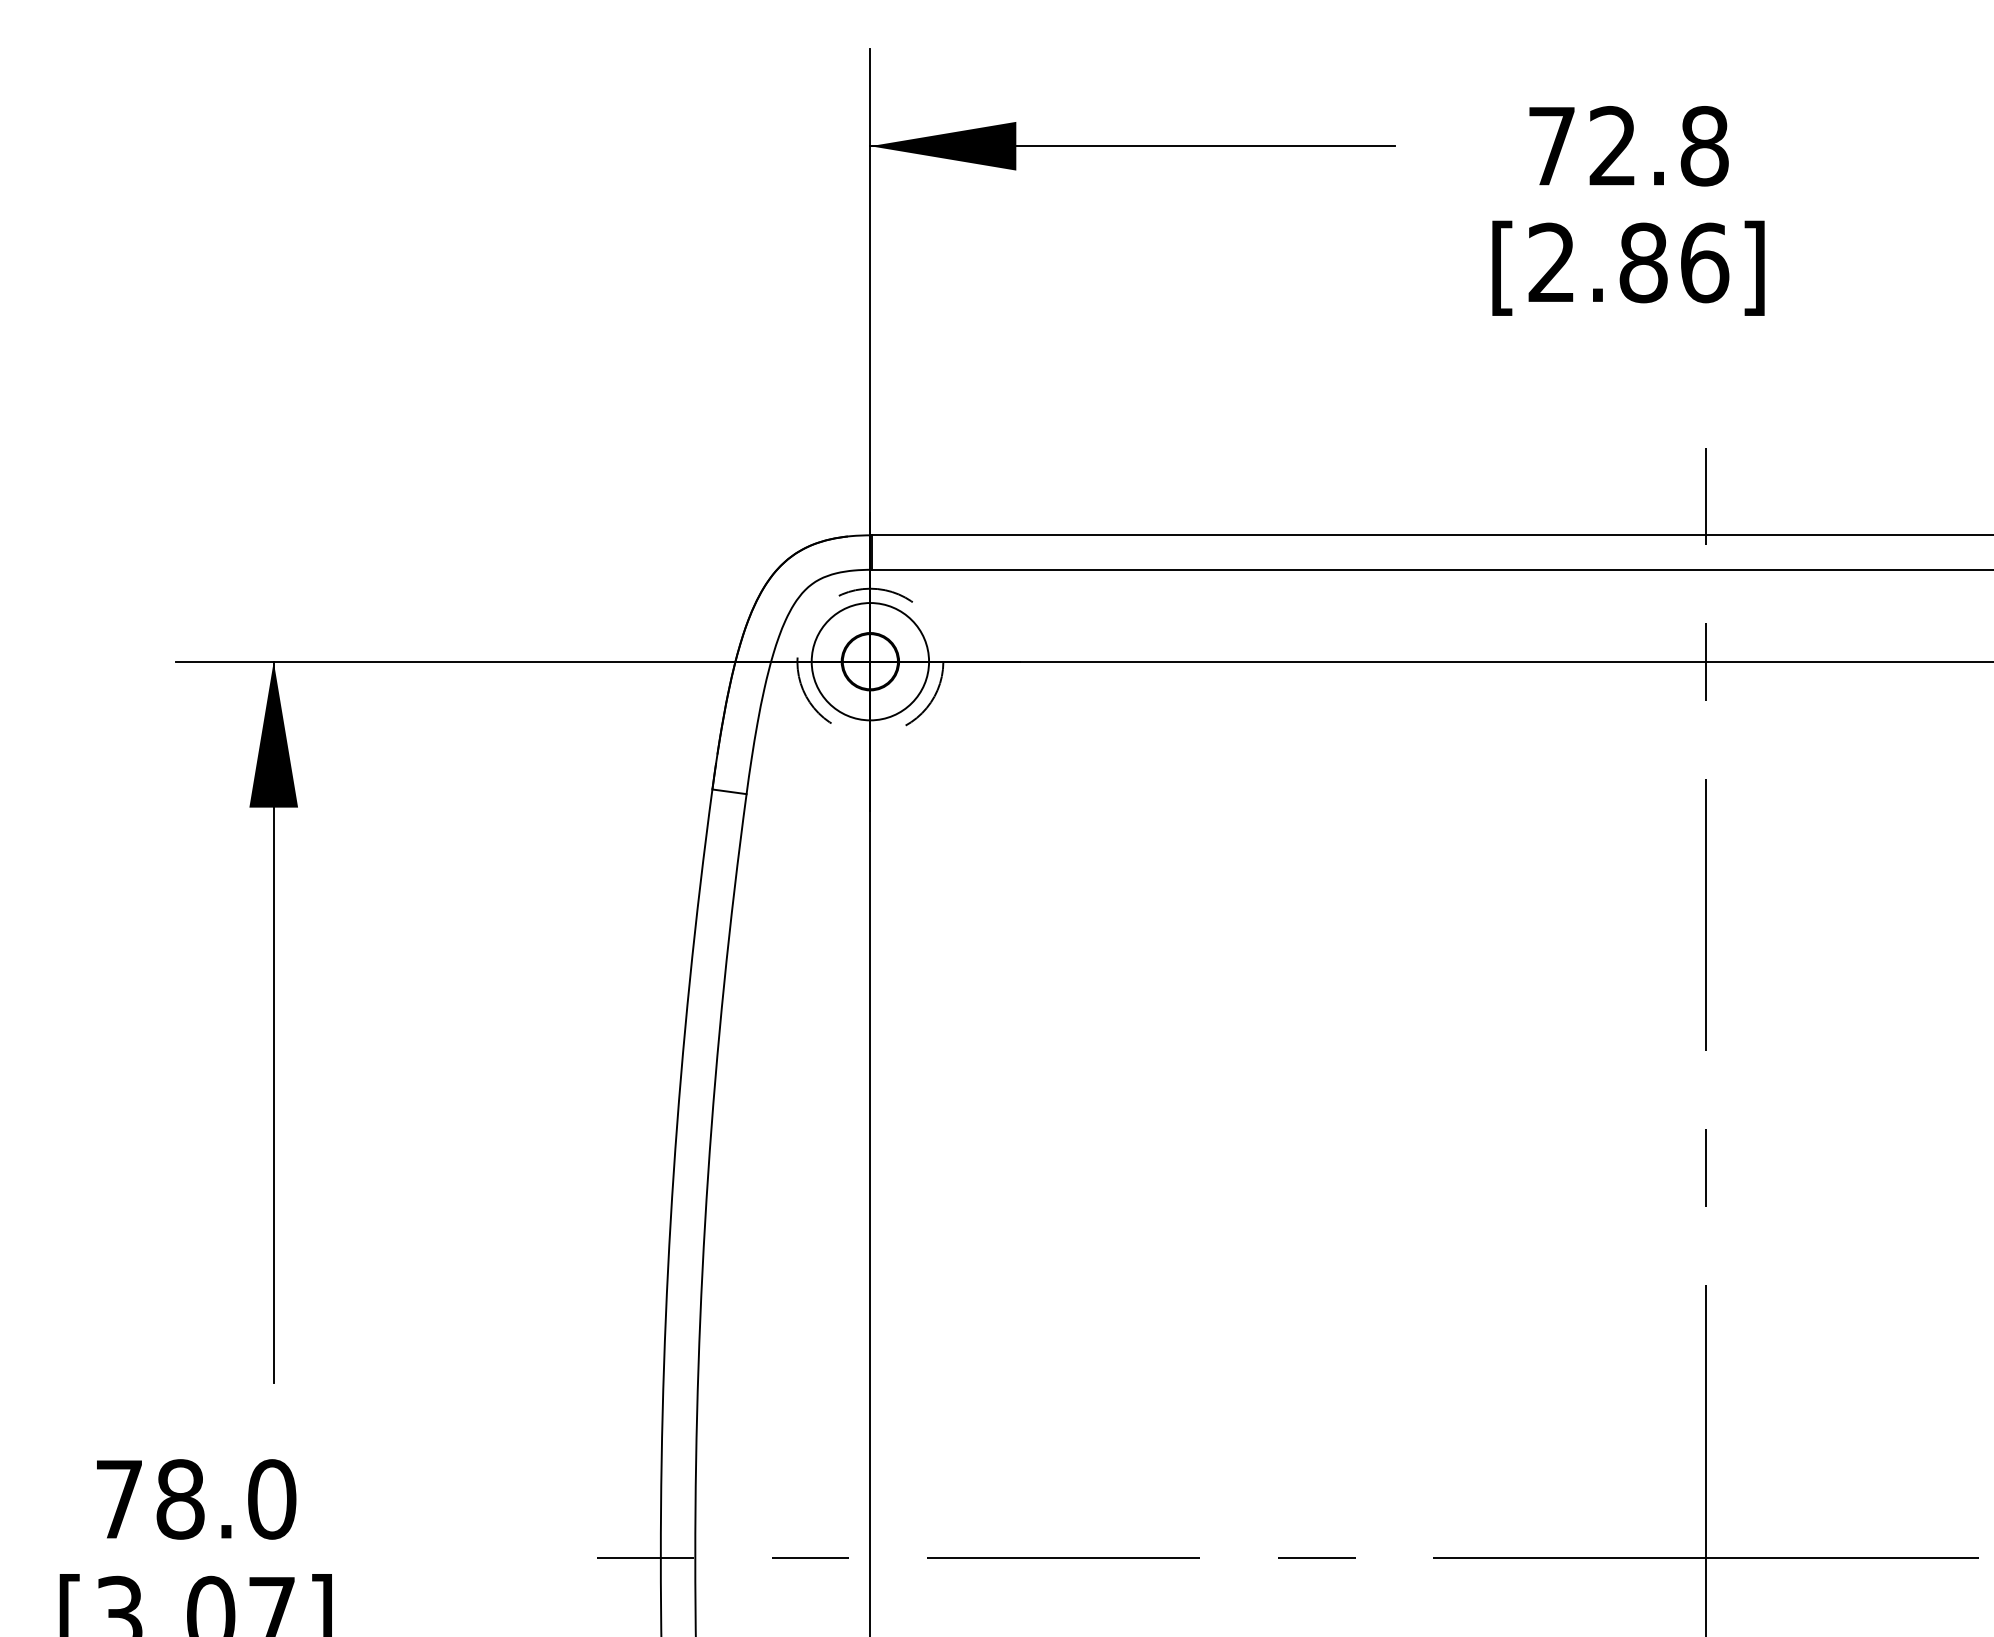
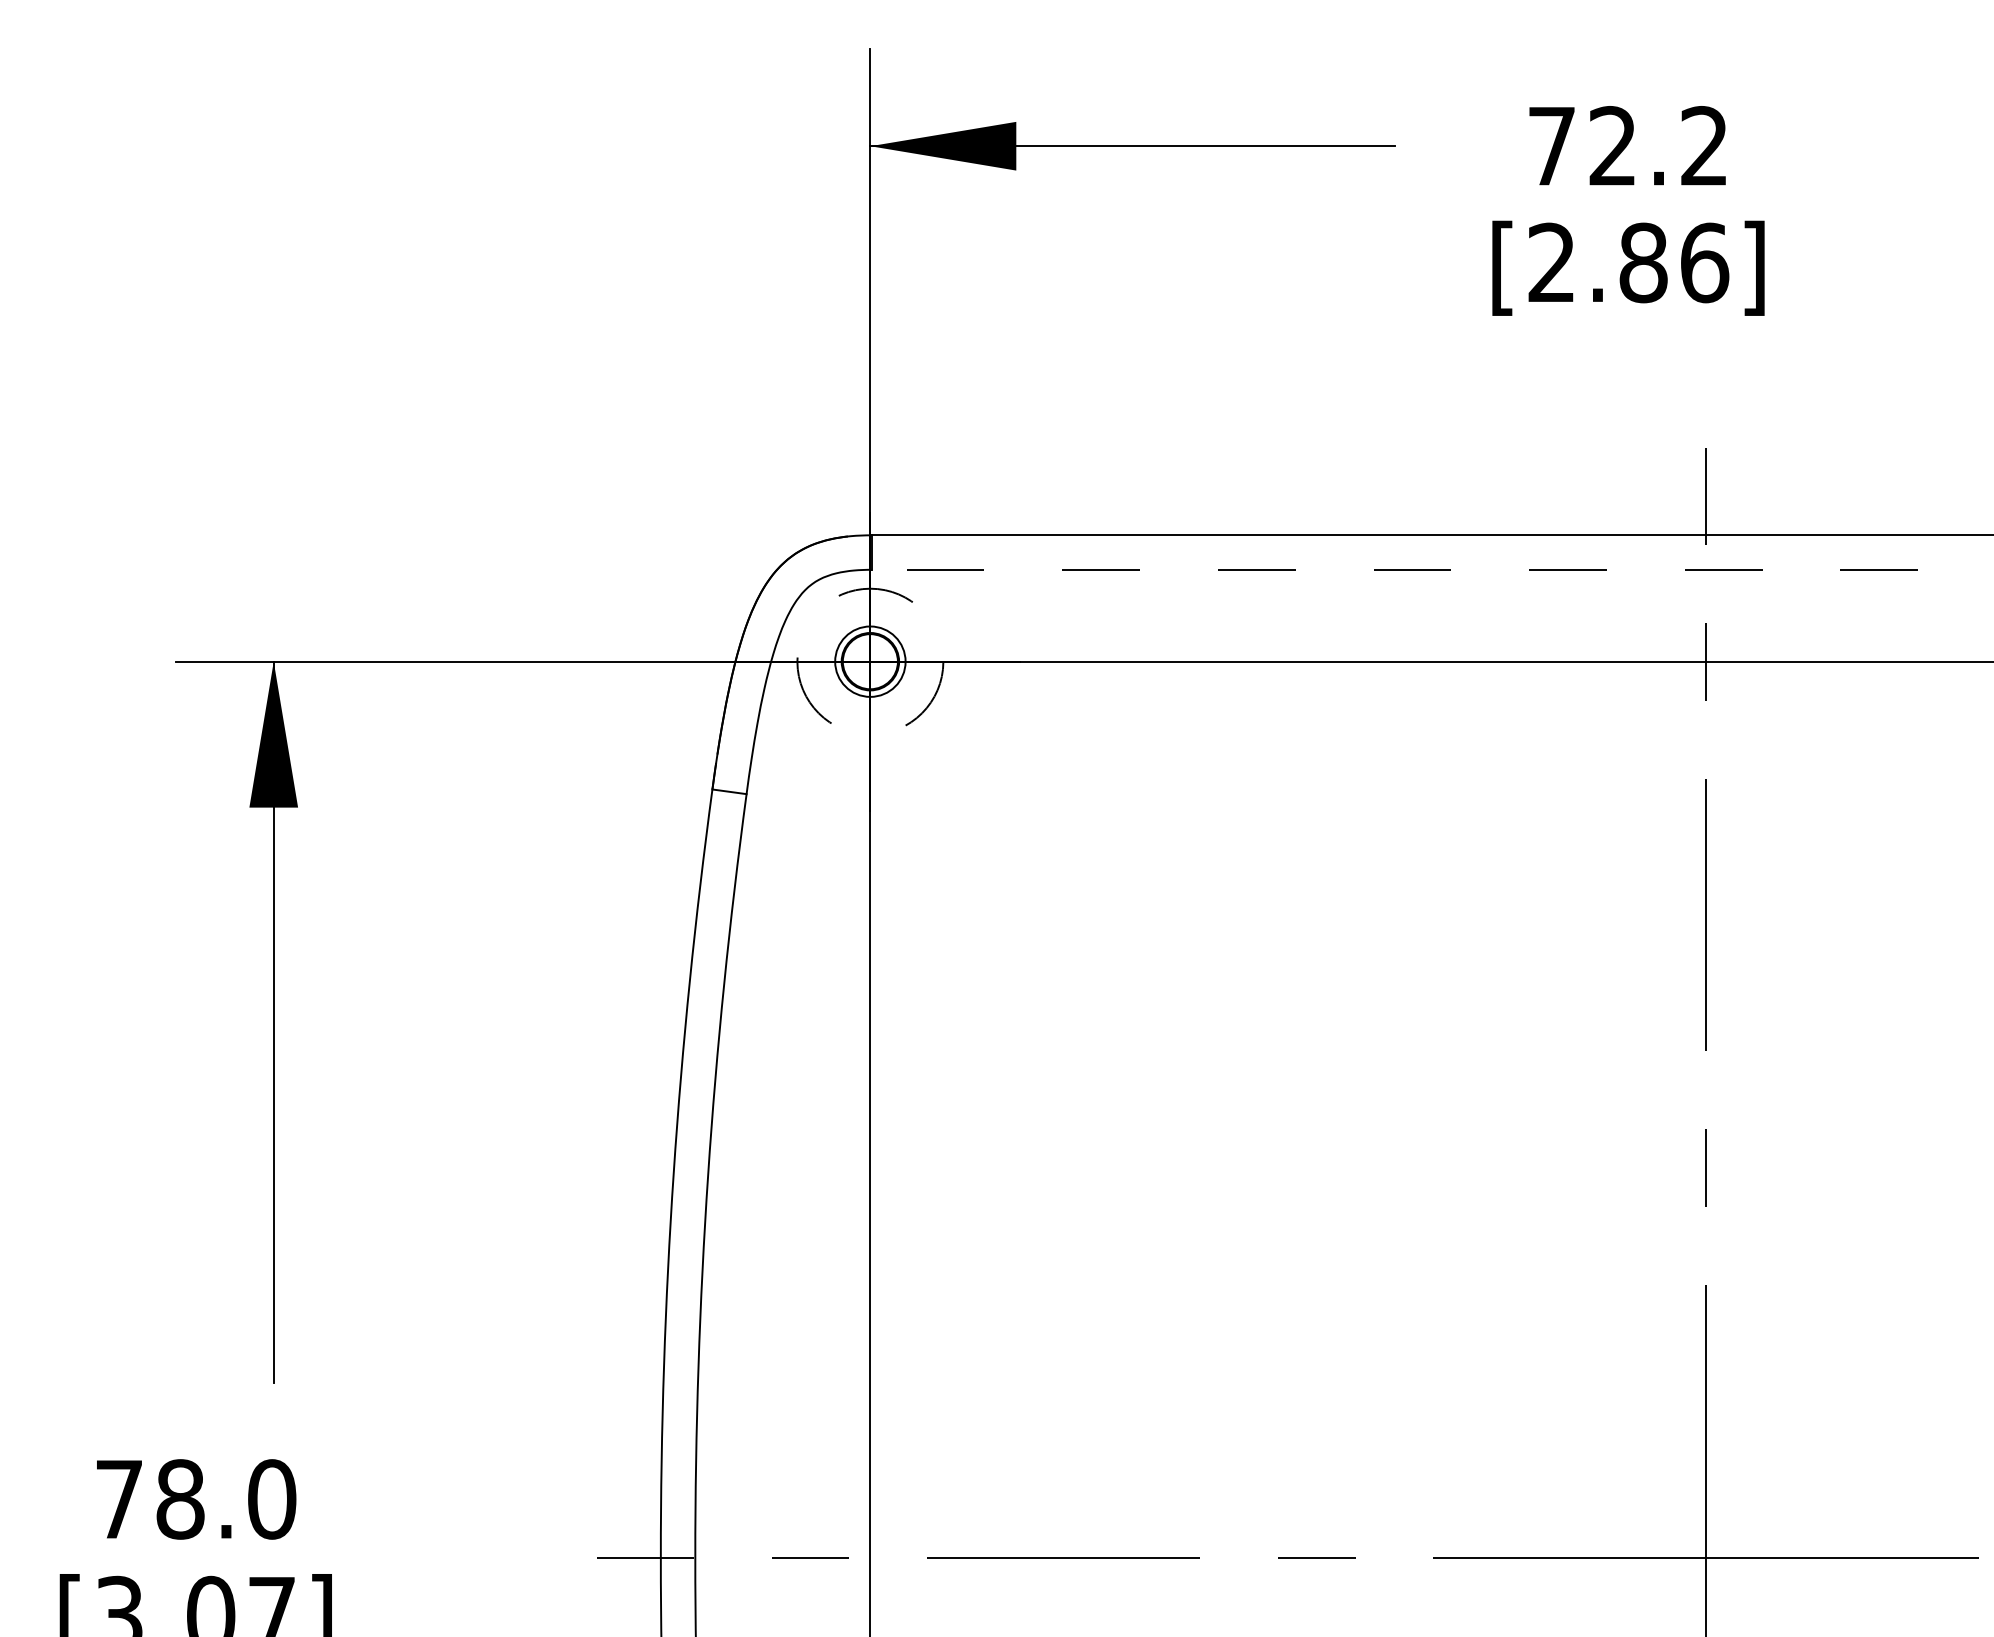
text at (1704, 146): 72.8 -> 72.2
line at (1432, 569): solid -> dashed
circle at (870, 661) diameter: 117 px -> 70 px
